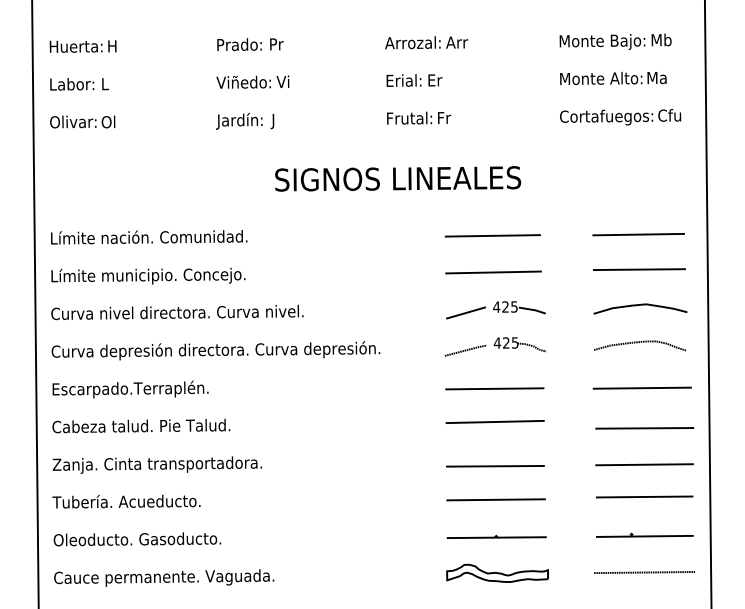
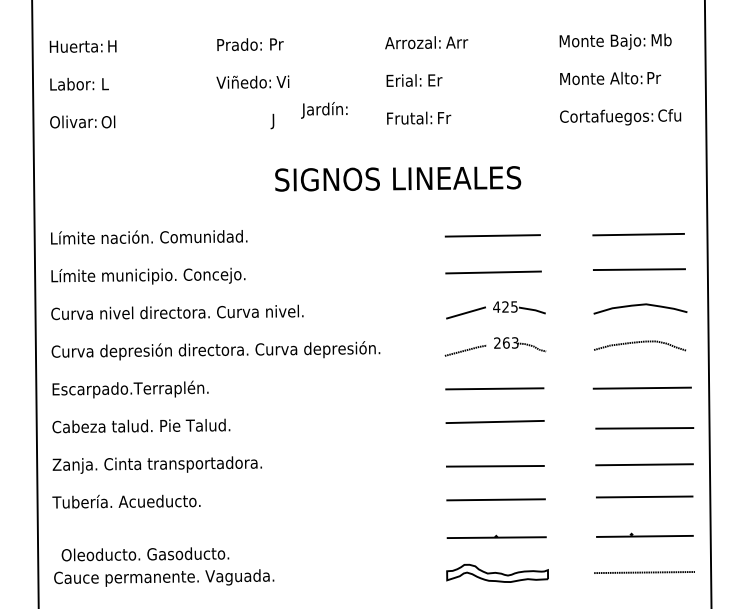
text at (657, 78): Ma -> Pr
text at (239, 121) position: (239, 121) -> (324, 110)
text at (505, 342): 425 -> 263
text at (137, 539) position: (137, 539) -> (145, 554)
